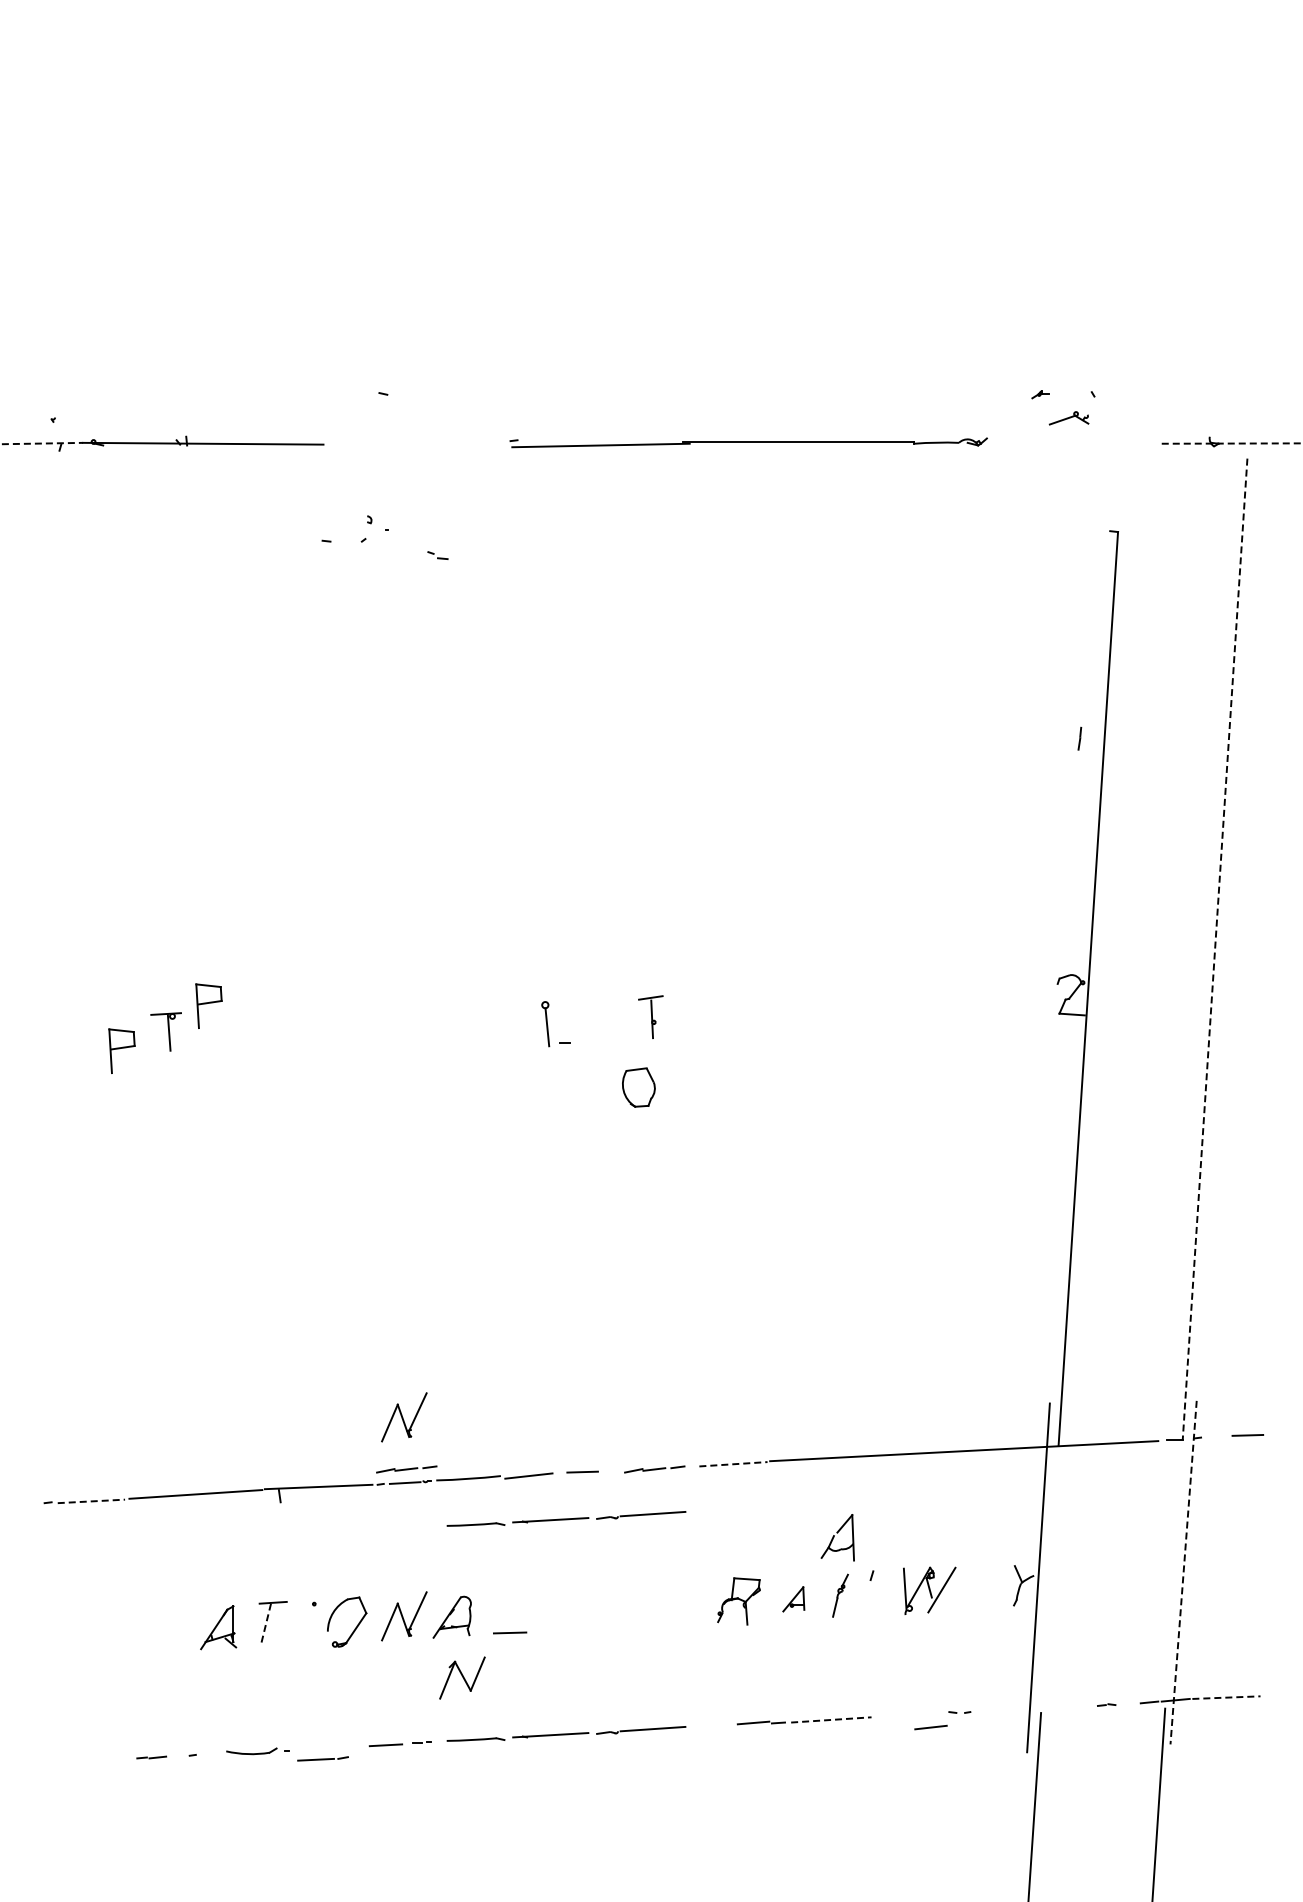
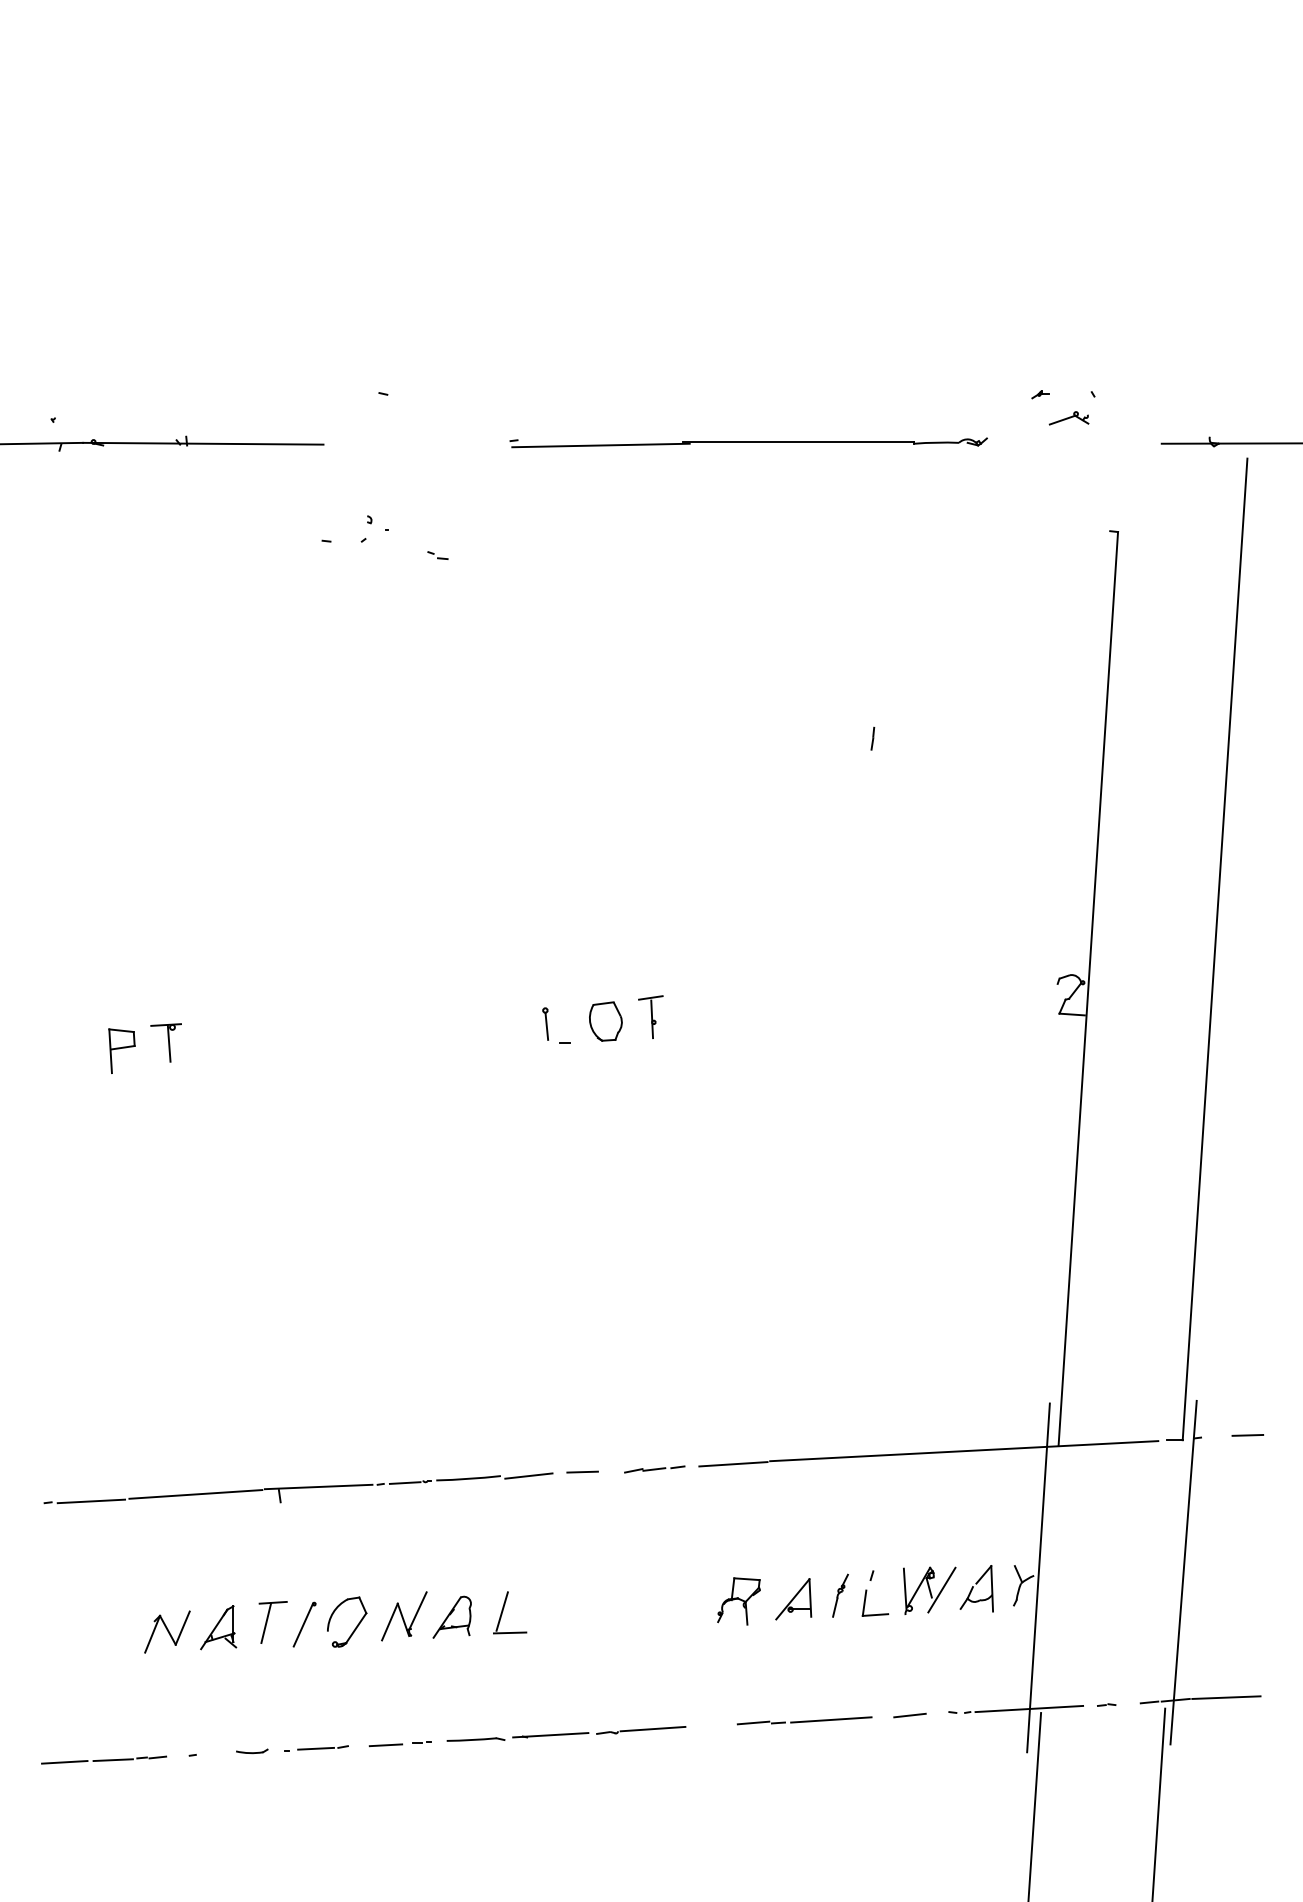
line at (42, 443): dashed -> solid
line at (1232, 443): dashed -> solid
line at (1079, 738) position: (1079, 738) -> (872, 738)
line at (1215, 949): dashed -> solid
part at (208, 1005): present -> none
part at (545, 1024) size: 10x47 px -> 7x34 px
part at (165, 1031) position: (165, 1031) -> (165, 1042)
part at (638, 1087) position: (638, 1087) -> (605, 1021)
part at (404, 1417): present -> none
line at (733, 1464): dashed -> solid
part at (406, 1469): present -> none
line at (91, 1501): dashed -> solid
part at (566, 1518): present -> none
part at (837, 1537) position: (837, 1537) -> (976, 1588)
line at (1183, 1573): dashed -> solid
part at (866, 1598): none -> present
part at (793, 1599) size: 24x27 px -> 38x43 px
line at (501, 1611): none -> present
line at (266, 1623): dashed -> solid
line at (303, 1624): none -> present
part at (462, 1677) position: (462, 1677) -> (167, 1631)
line at (1226, 1697): dashed -> solid
line at (1029, 1708): none -> present
line at (831, 1719): dashed -> solid
line at (930, 1727) position: (930, 1727) -> (909, 1715)
part at (251, 1751) size: 52x9 px -> 33x7 px
line at (322, 1758) position: (322, 1758) -> (322, 1747)
line at (112, 1760): none -> present
line at (64, 1762): none -> present
